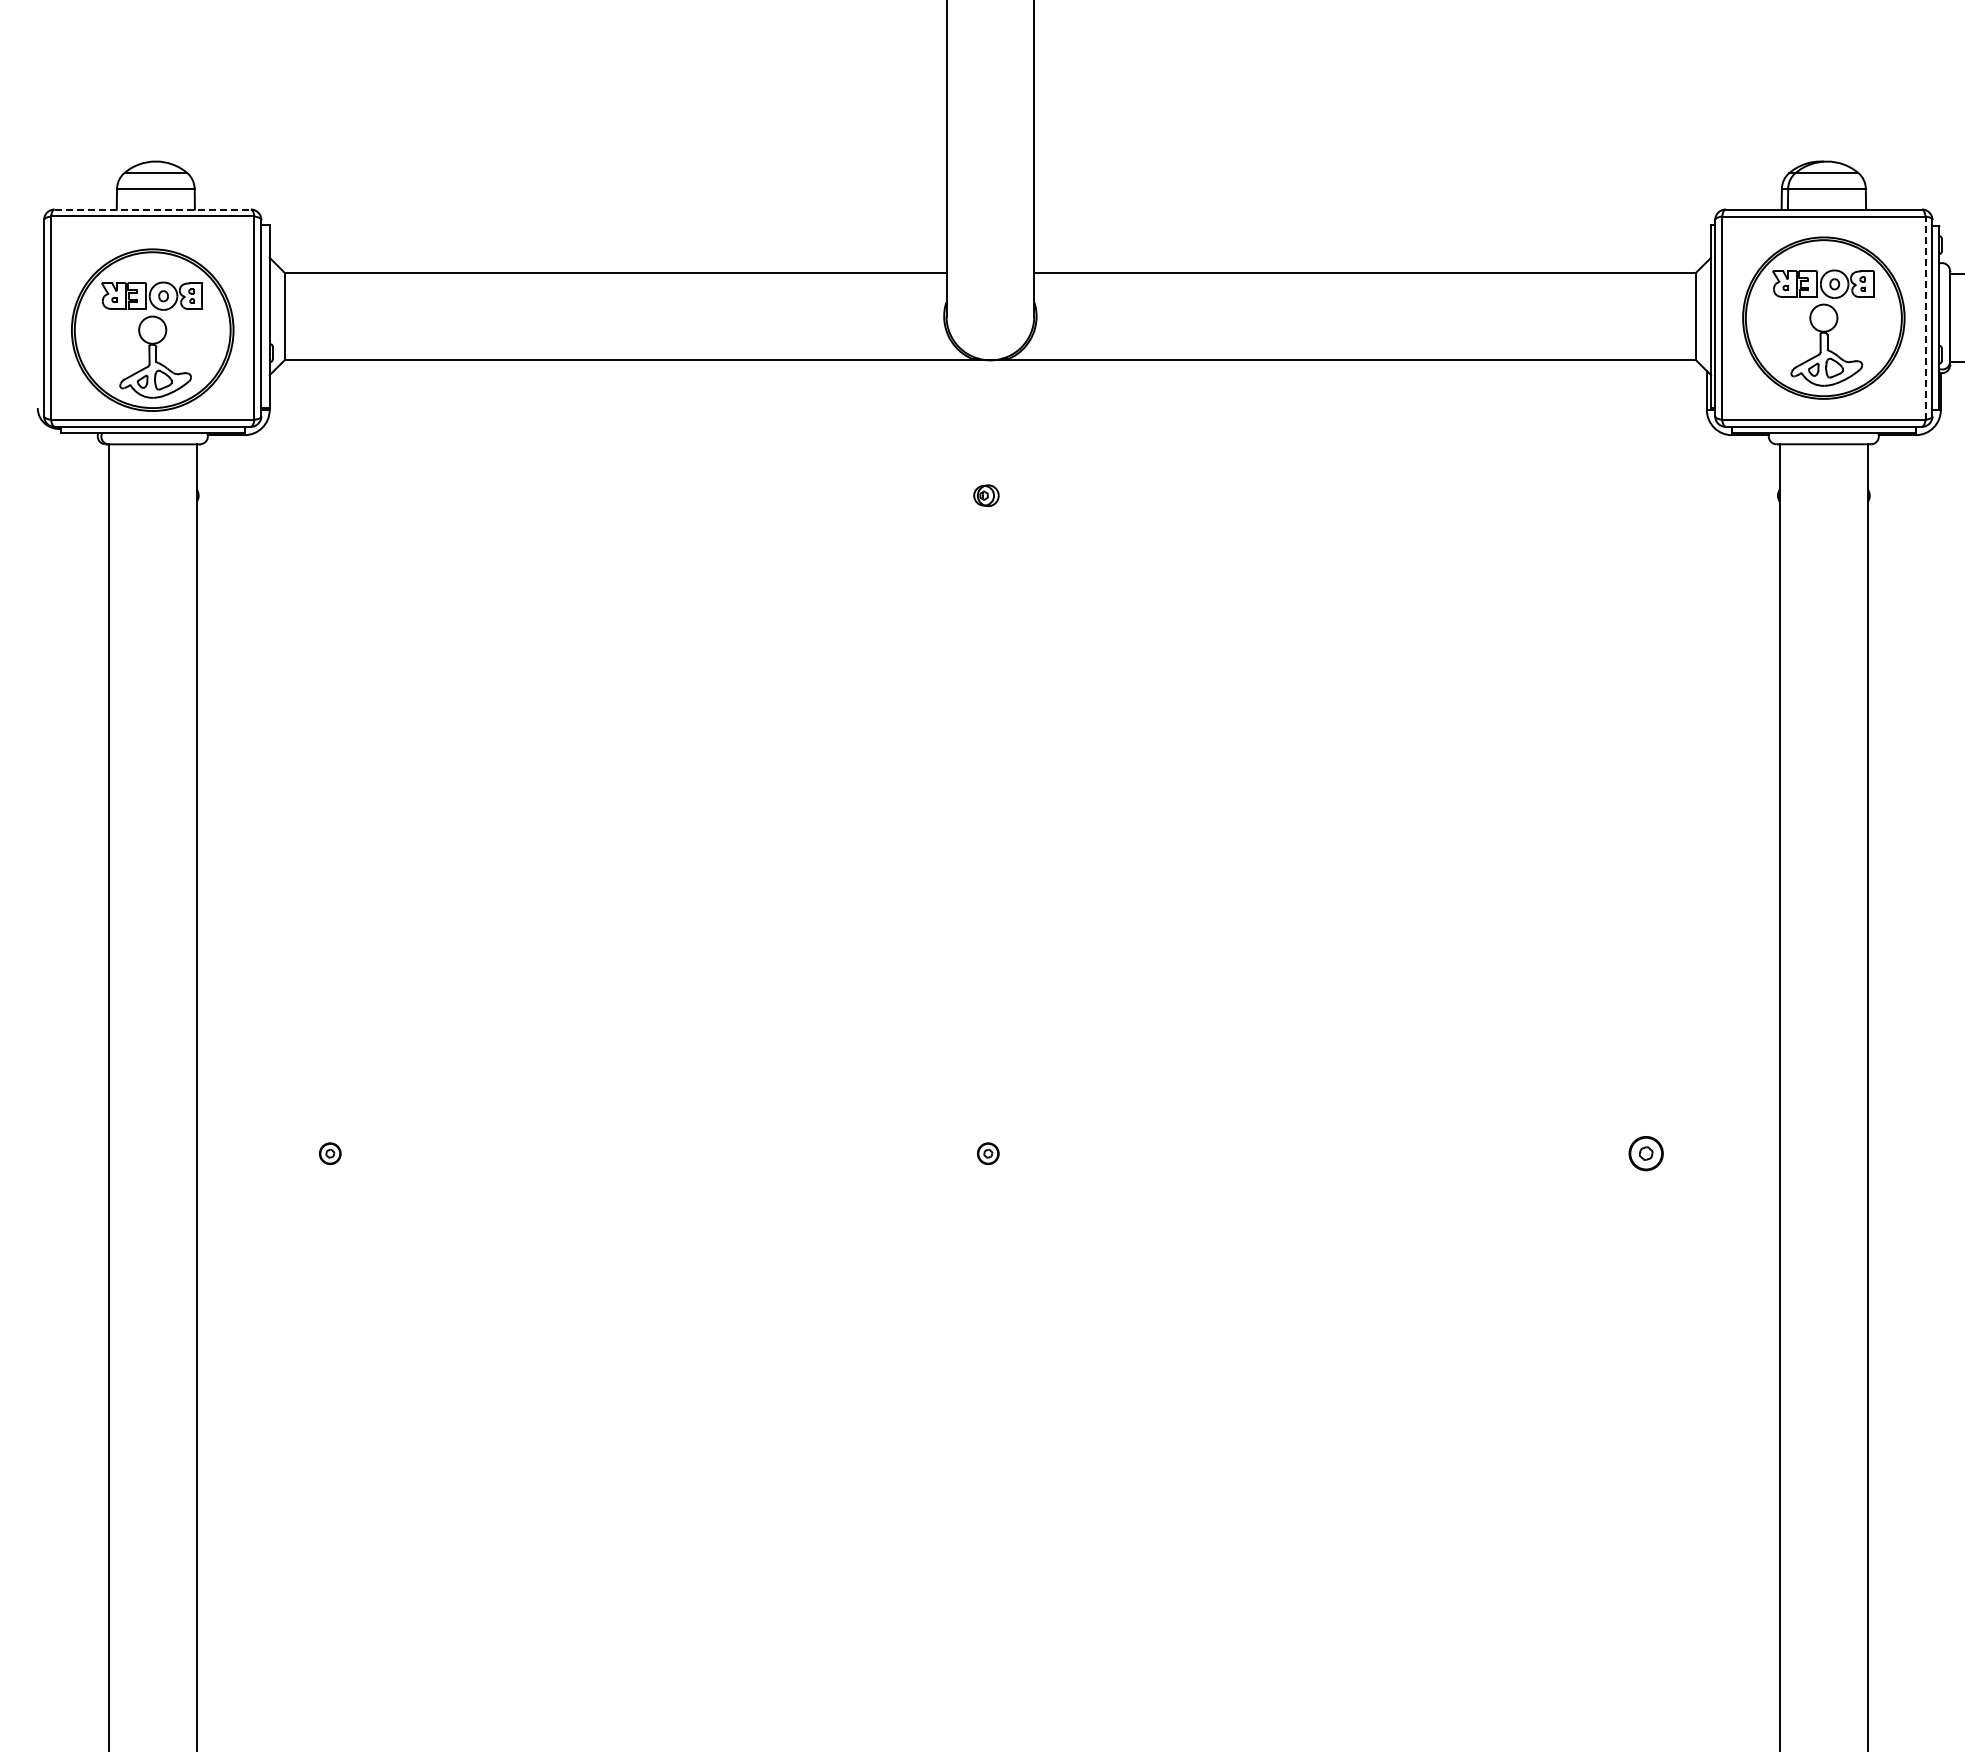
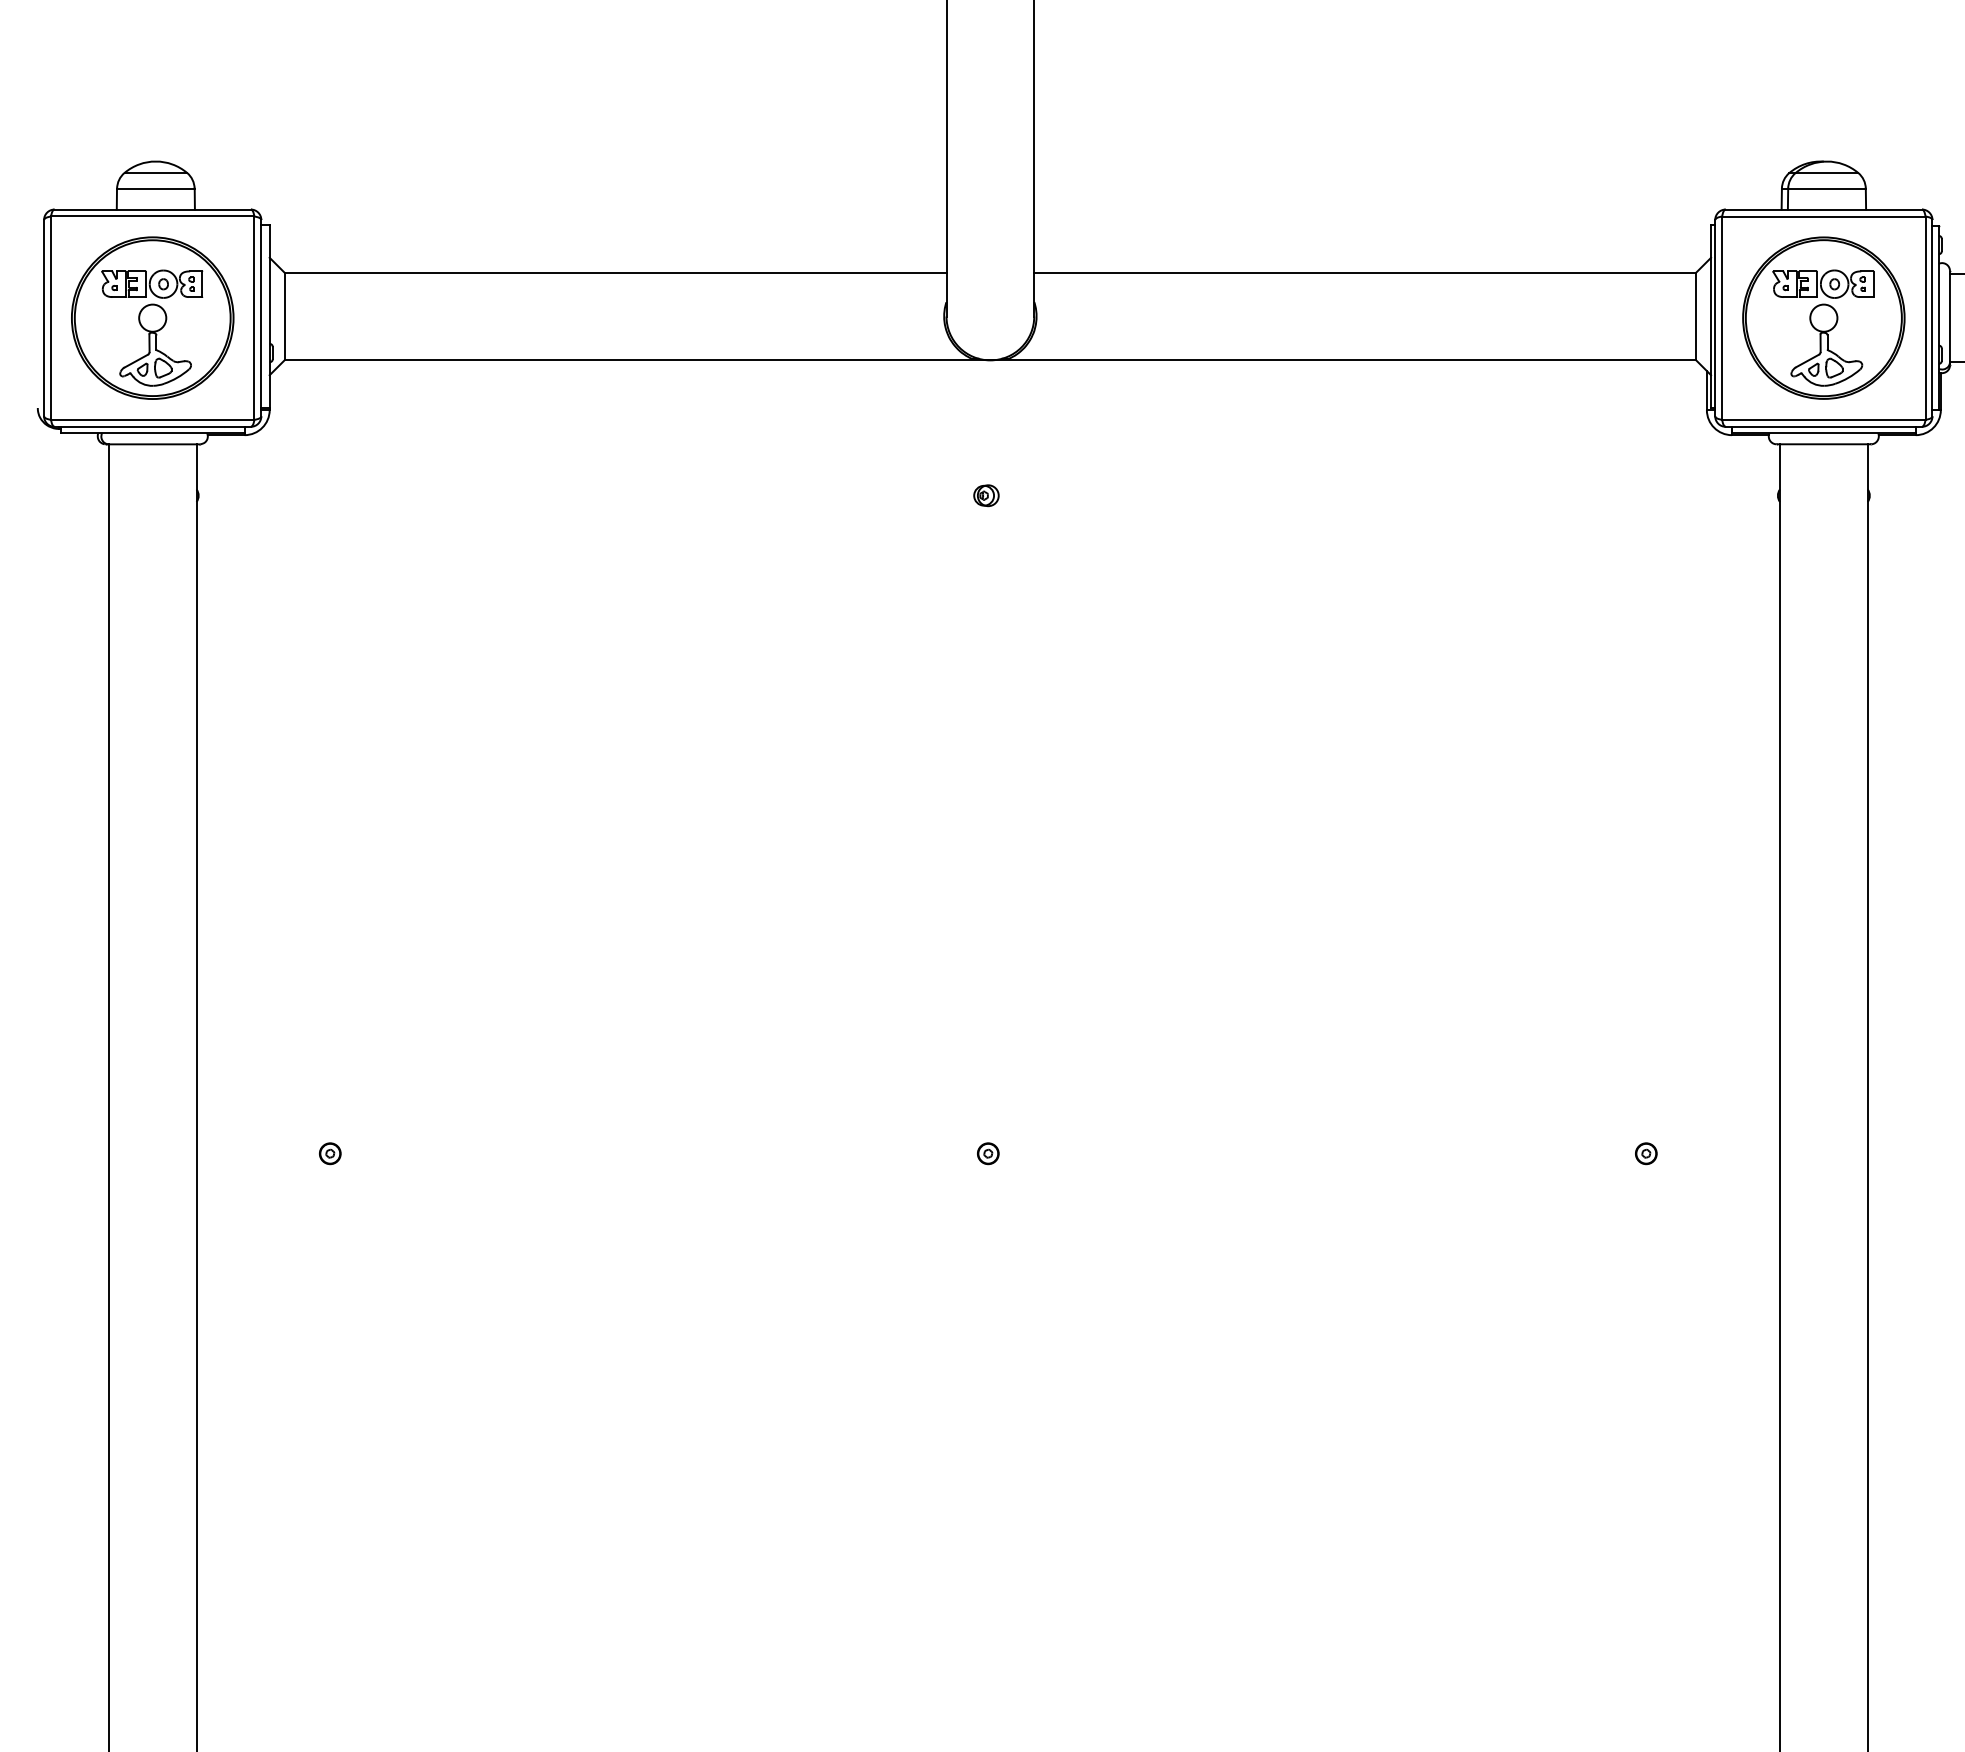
line at (153, 209): dashed -> solid
line at (1925, 318): dashed -> solid
part at (152, 329) position: (152, 329) -> (152, 317)
part at (1645, 1153) size: 36x36 px -> 23x24 px
